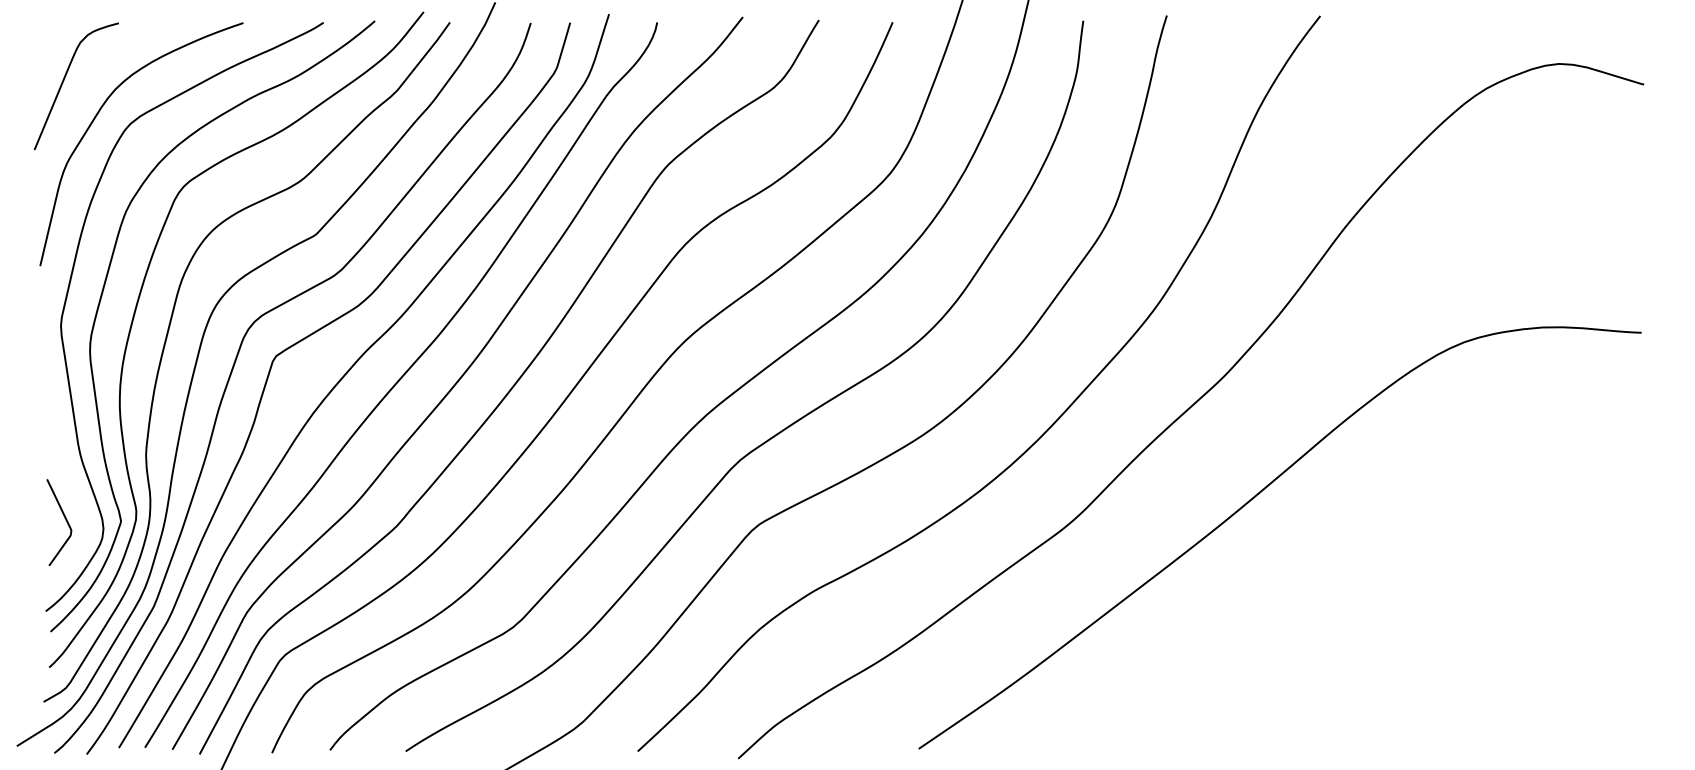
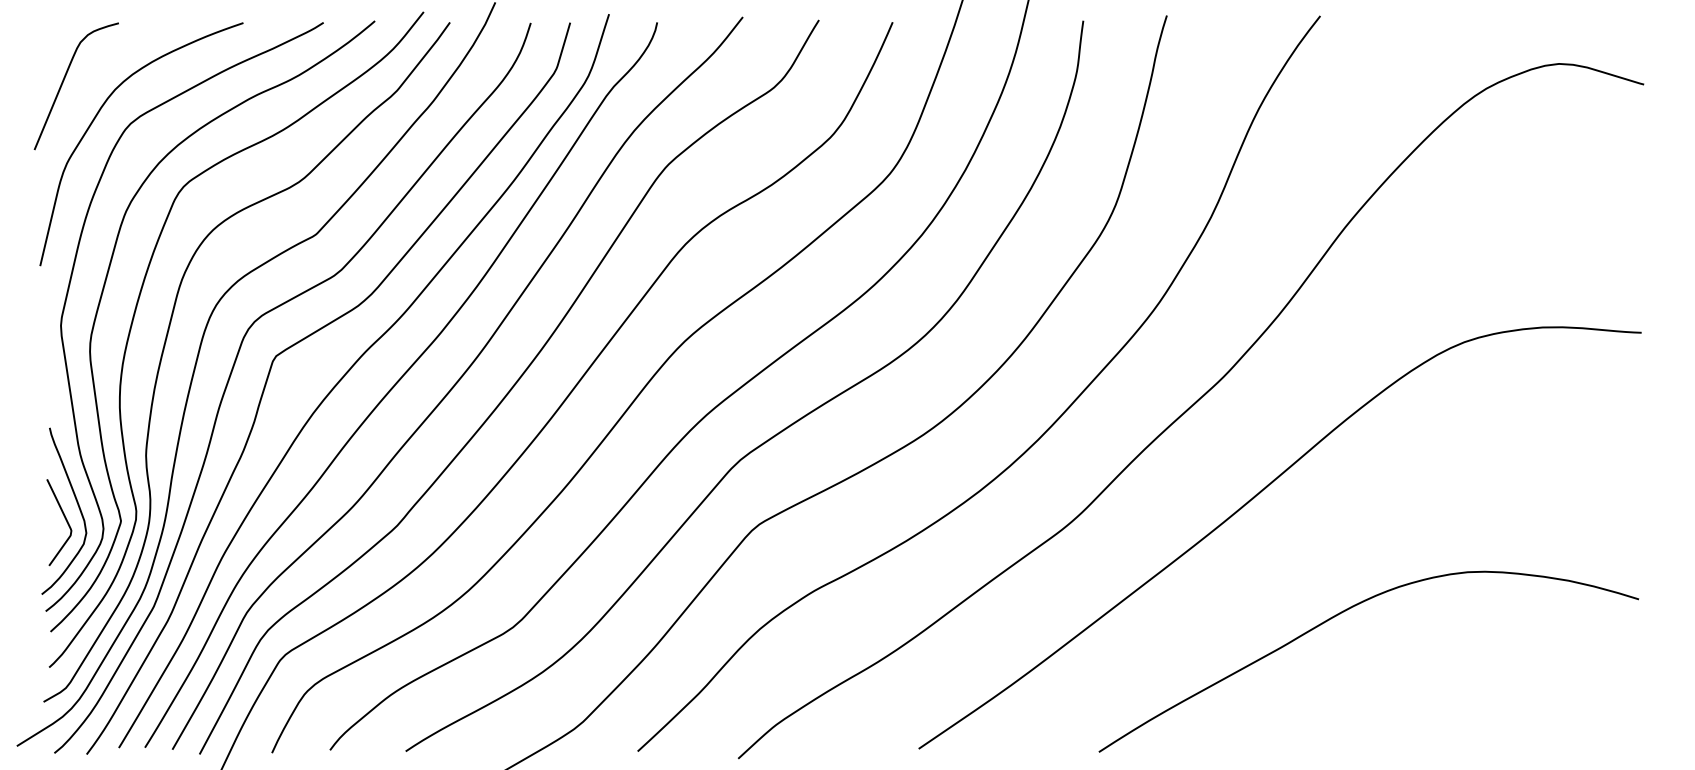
curve at (77, 505): none -> present
curve at (1342, 613): none -> present
